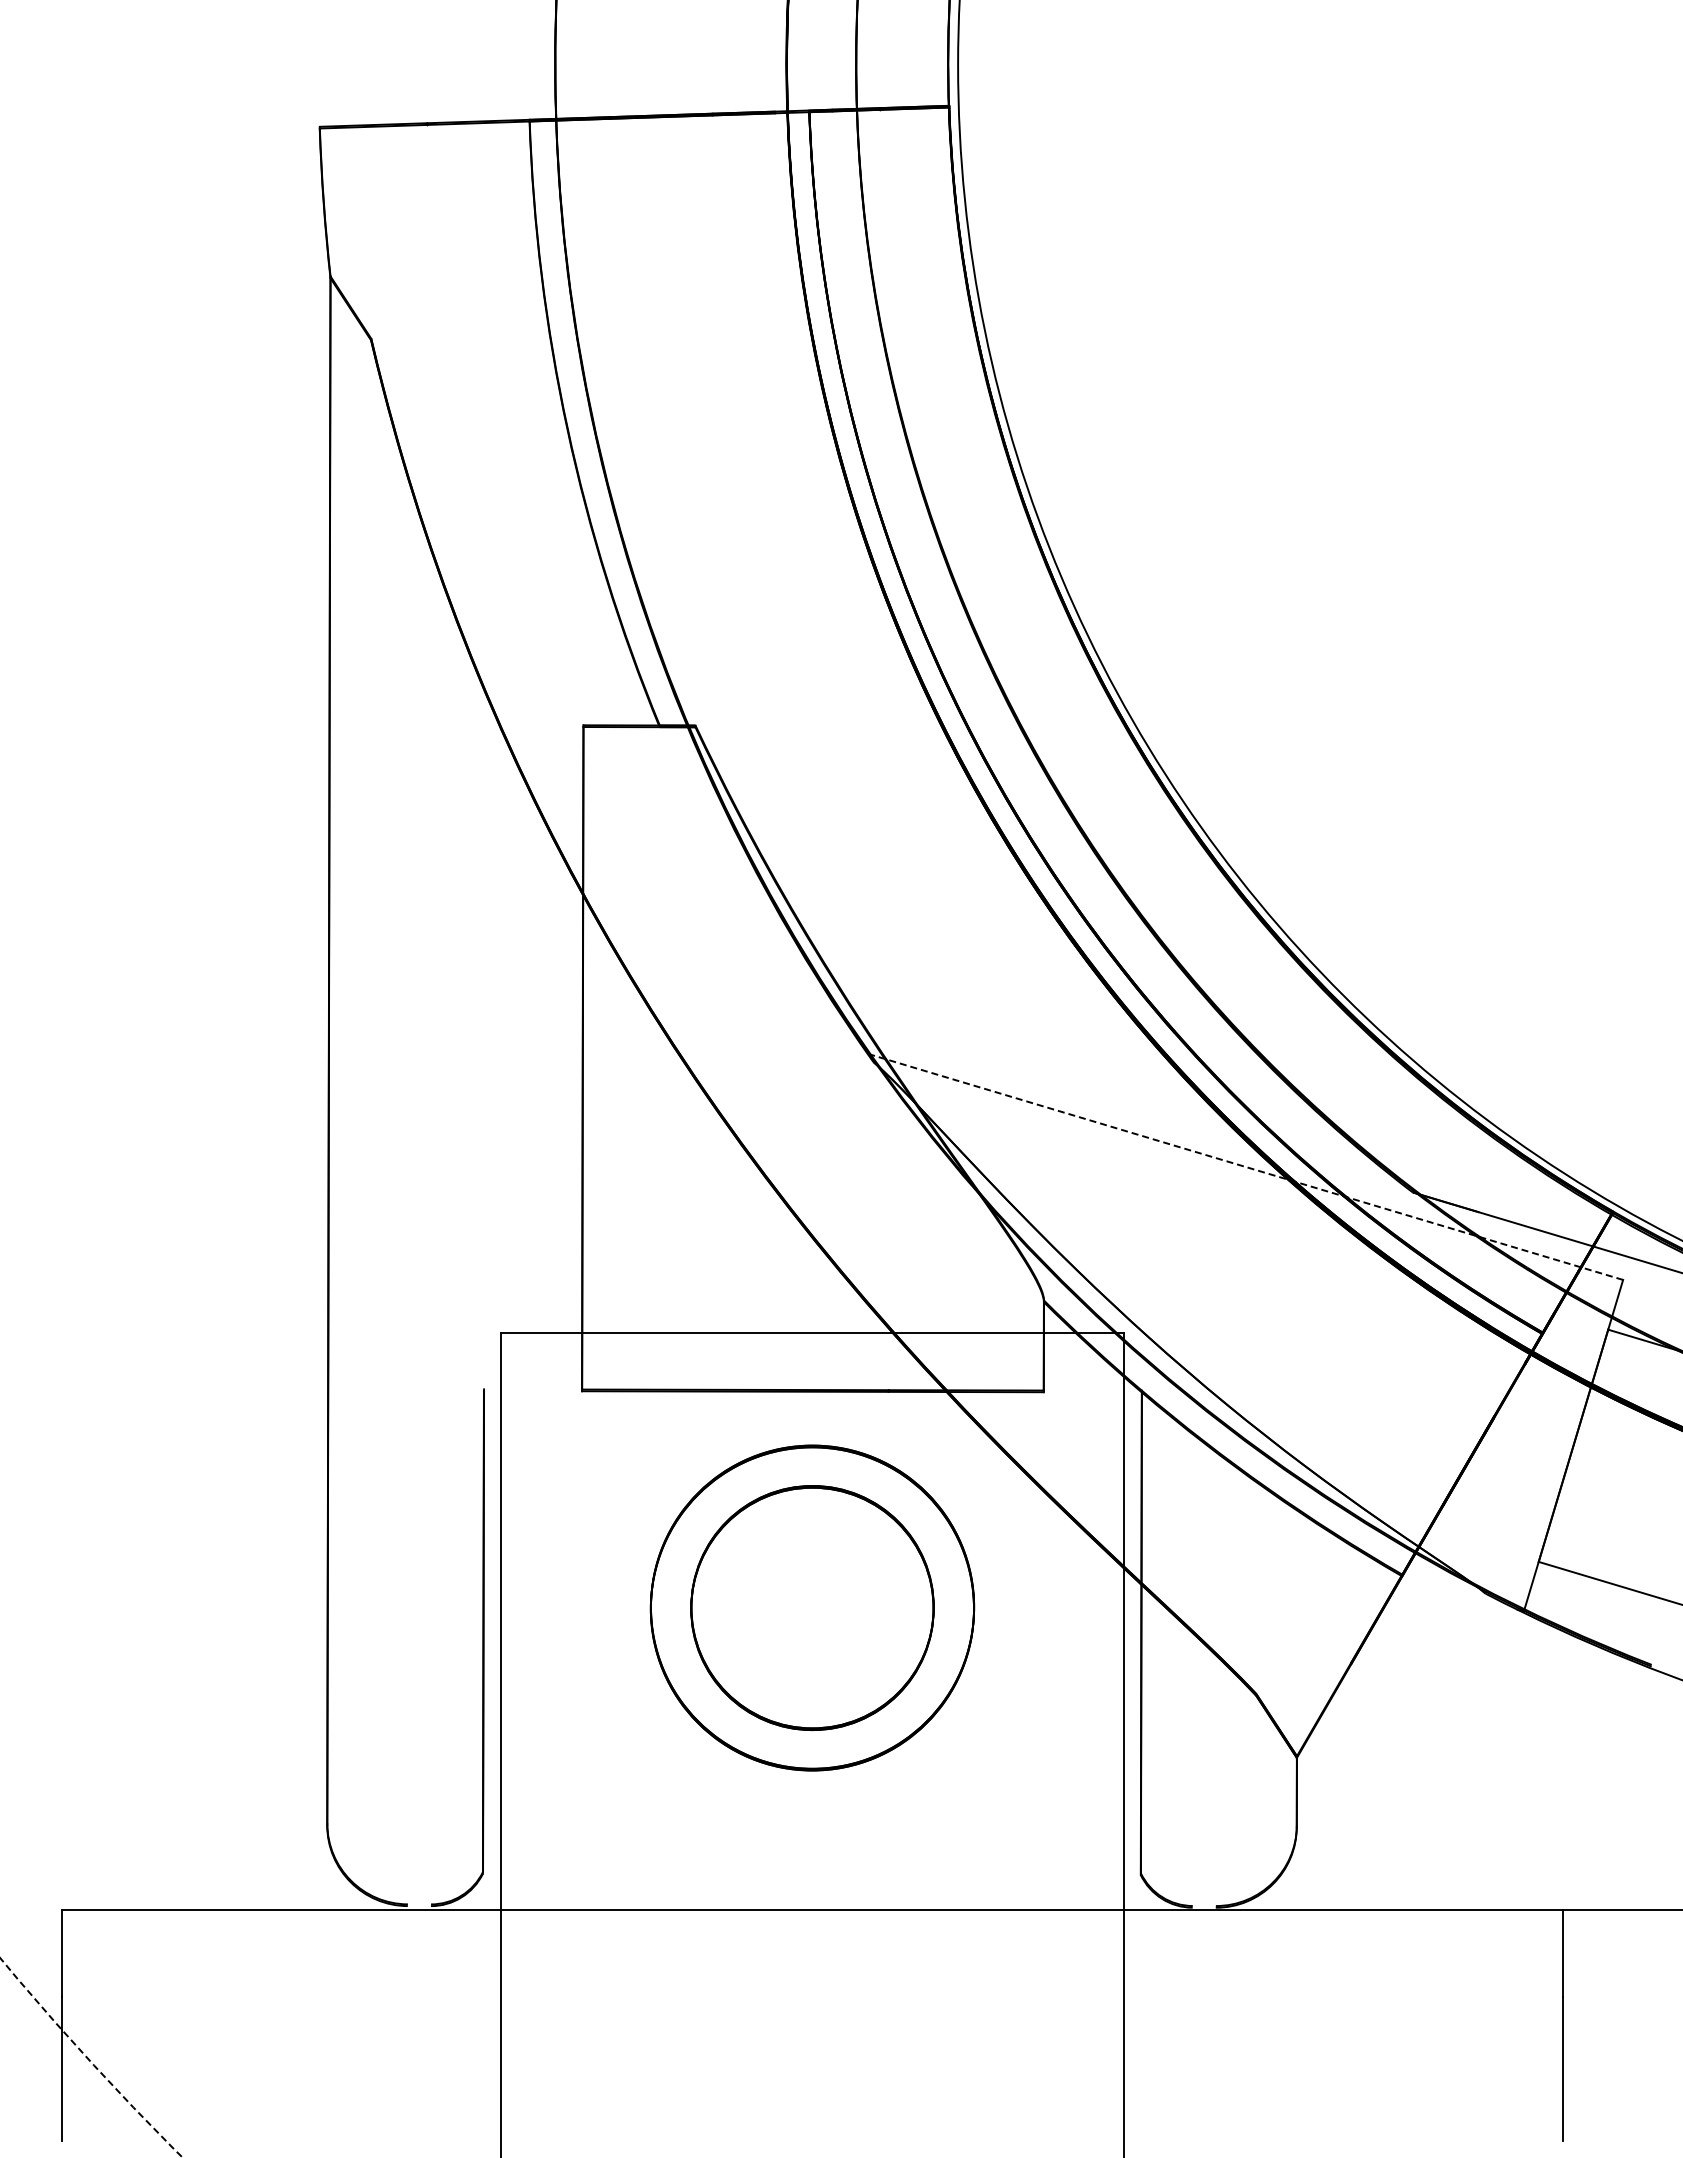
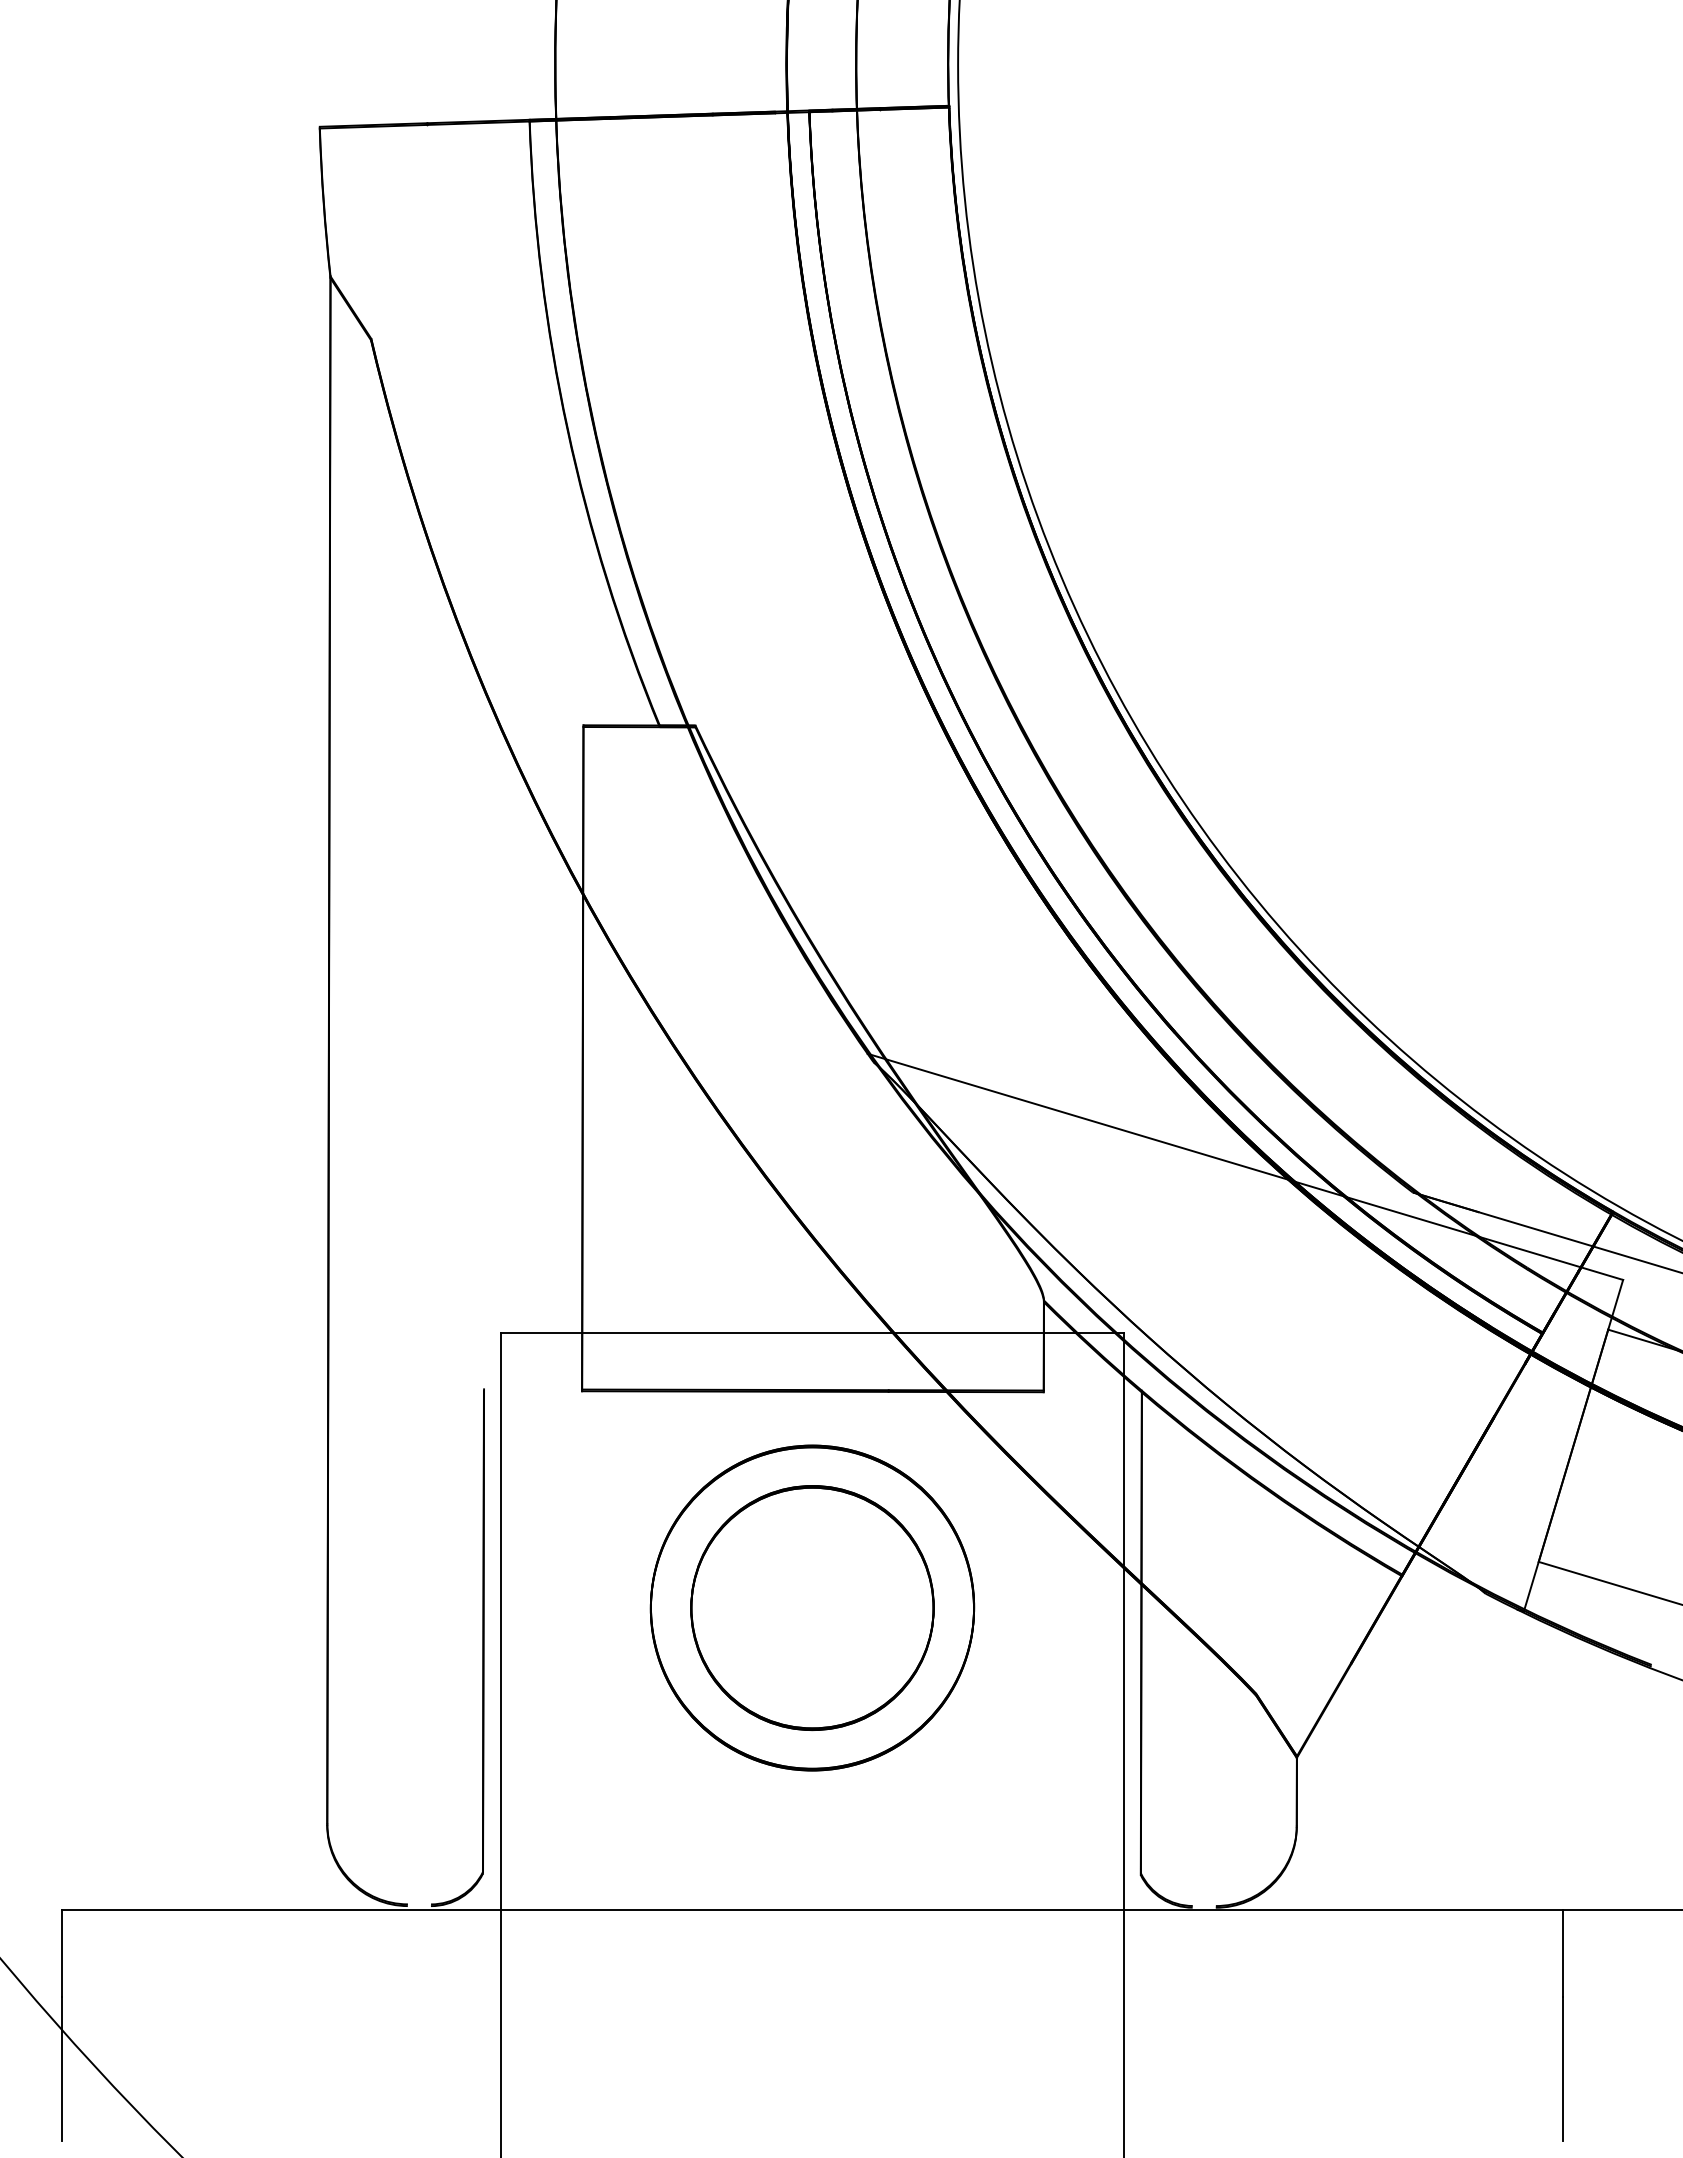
line at (1244, 1166): dashed -> solid
arc at (89, 2060): dashed -> solid
